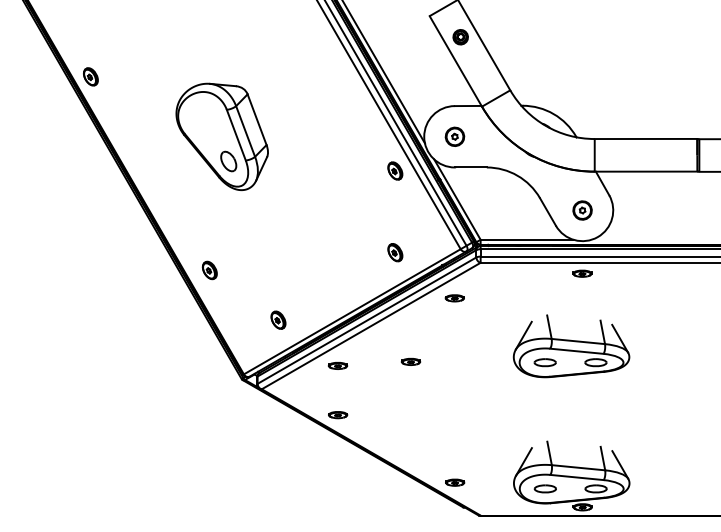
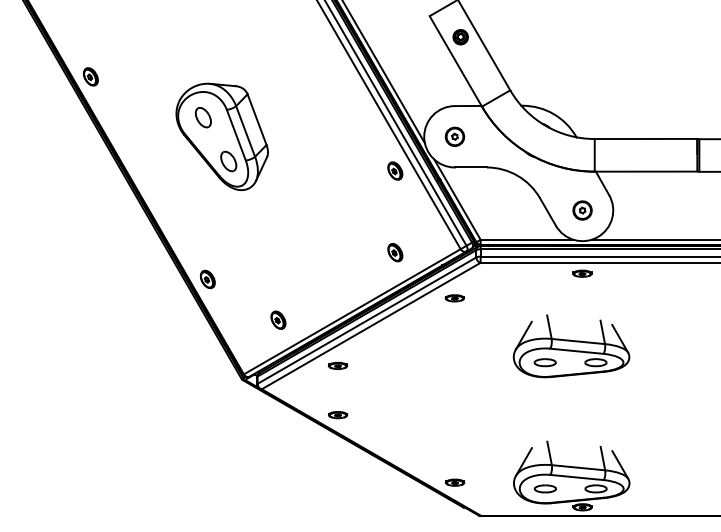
part at (203, 117): none -> present
line at (654, 239): none -> present
part at (209, 270) position: (209, 270) -> (207, 279)
part at (410, 361): present -> none
